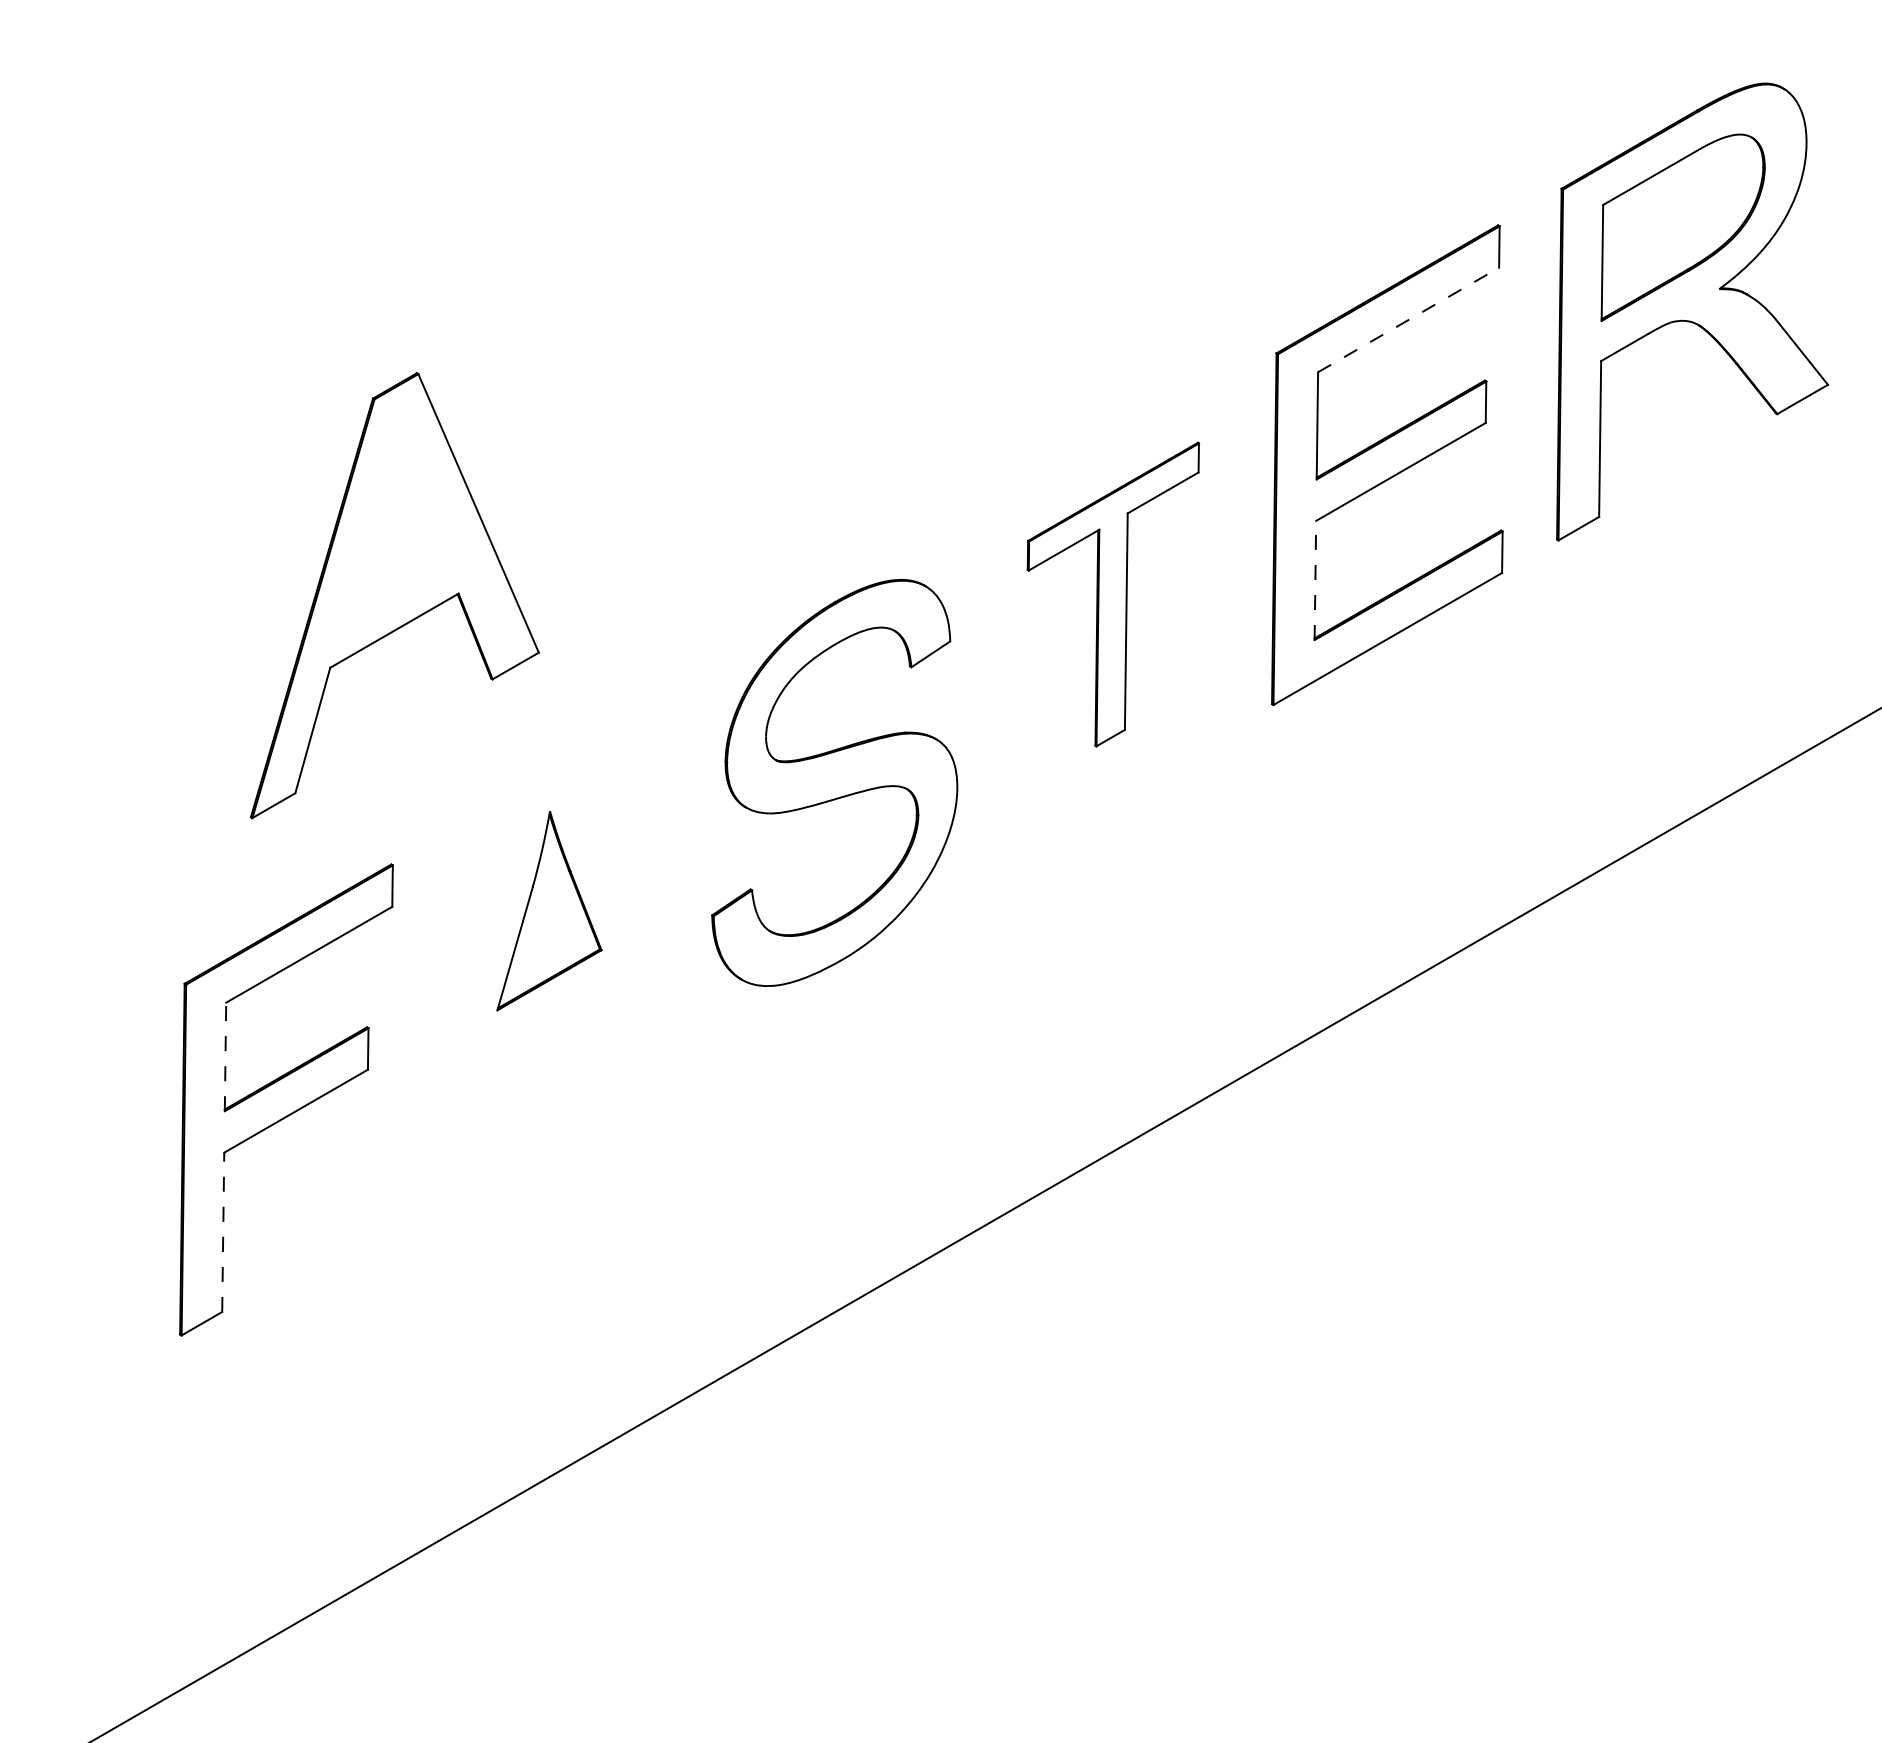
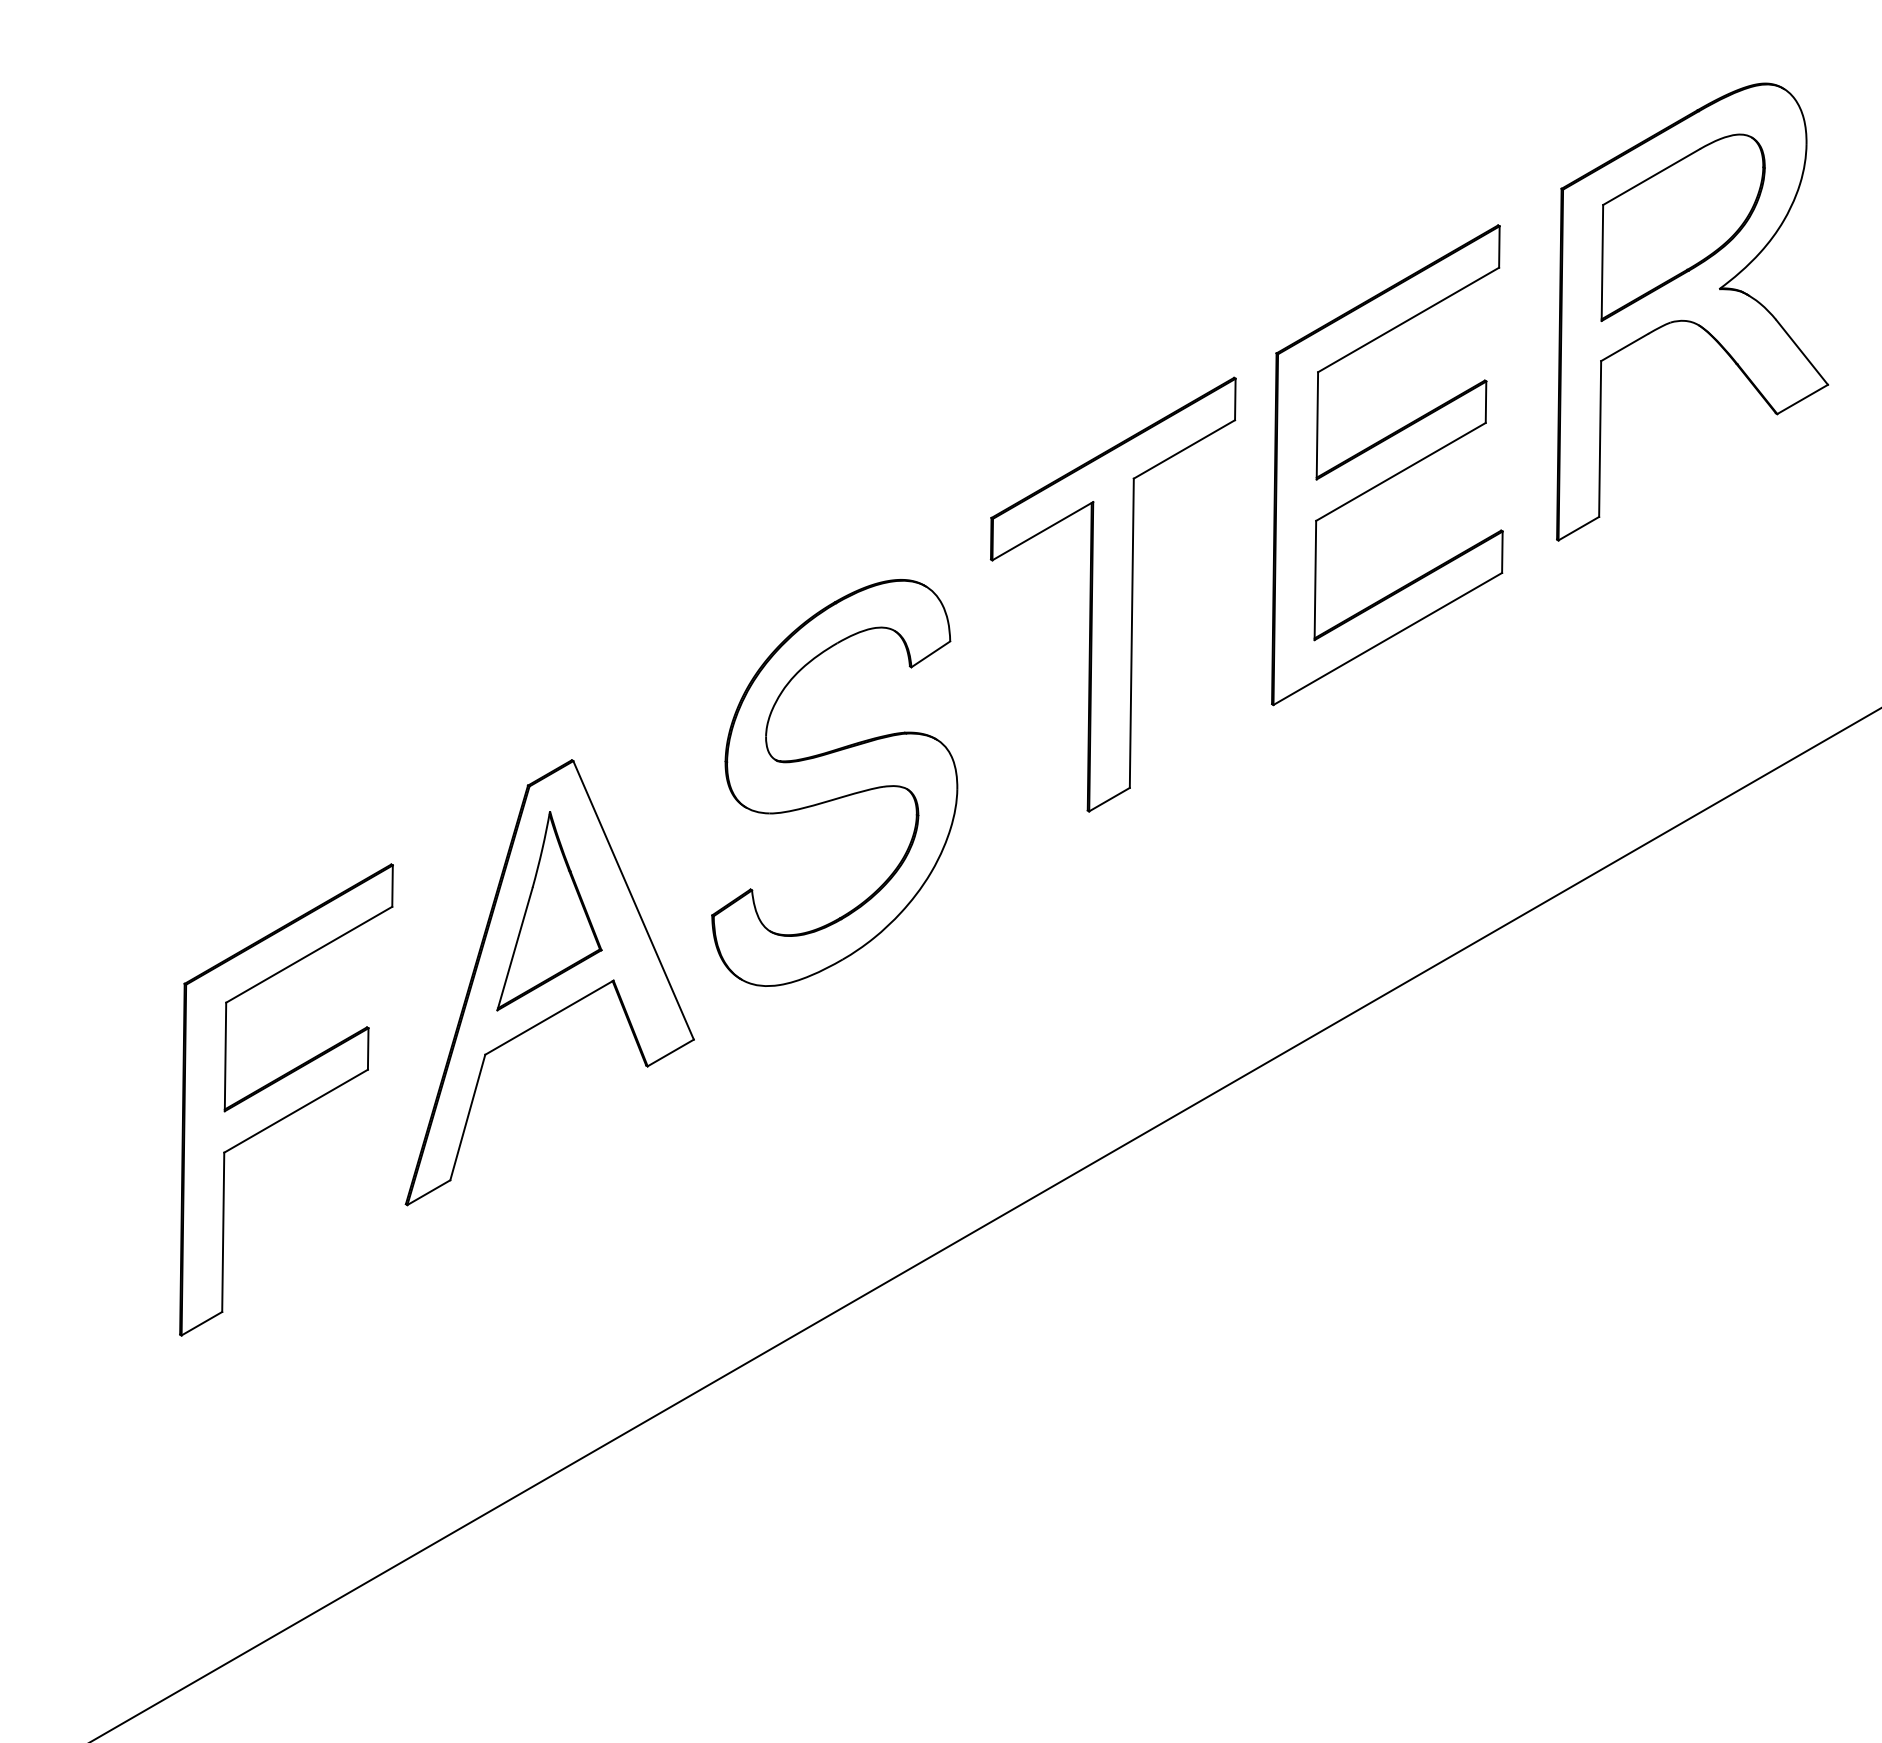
line at (1408, 319): dashed -> solid
line at (1315, 580): dashed -> solid
part at (1113, 594) size: 175x307 px -> 247x437 px
part at (394, 595) position: (394, 595) -> (549, 982)
line at (225, 1056): dashed -> solid
line at (223, 1232): dashed -> solid
